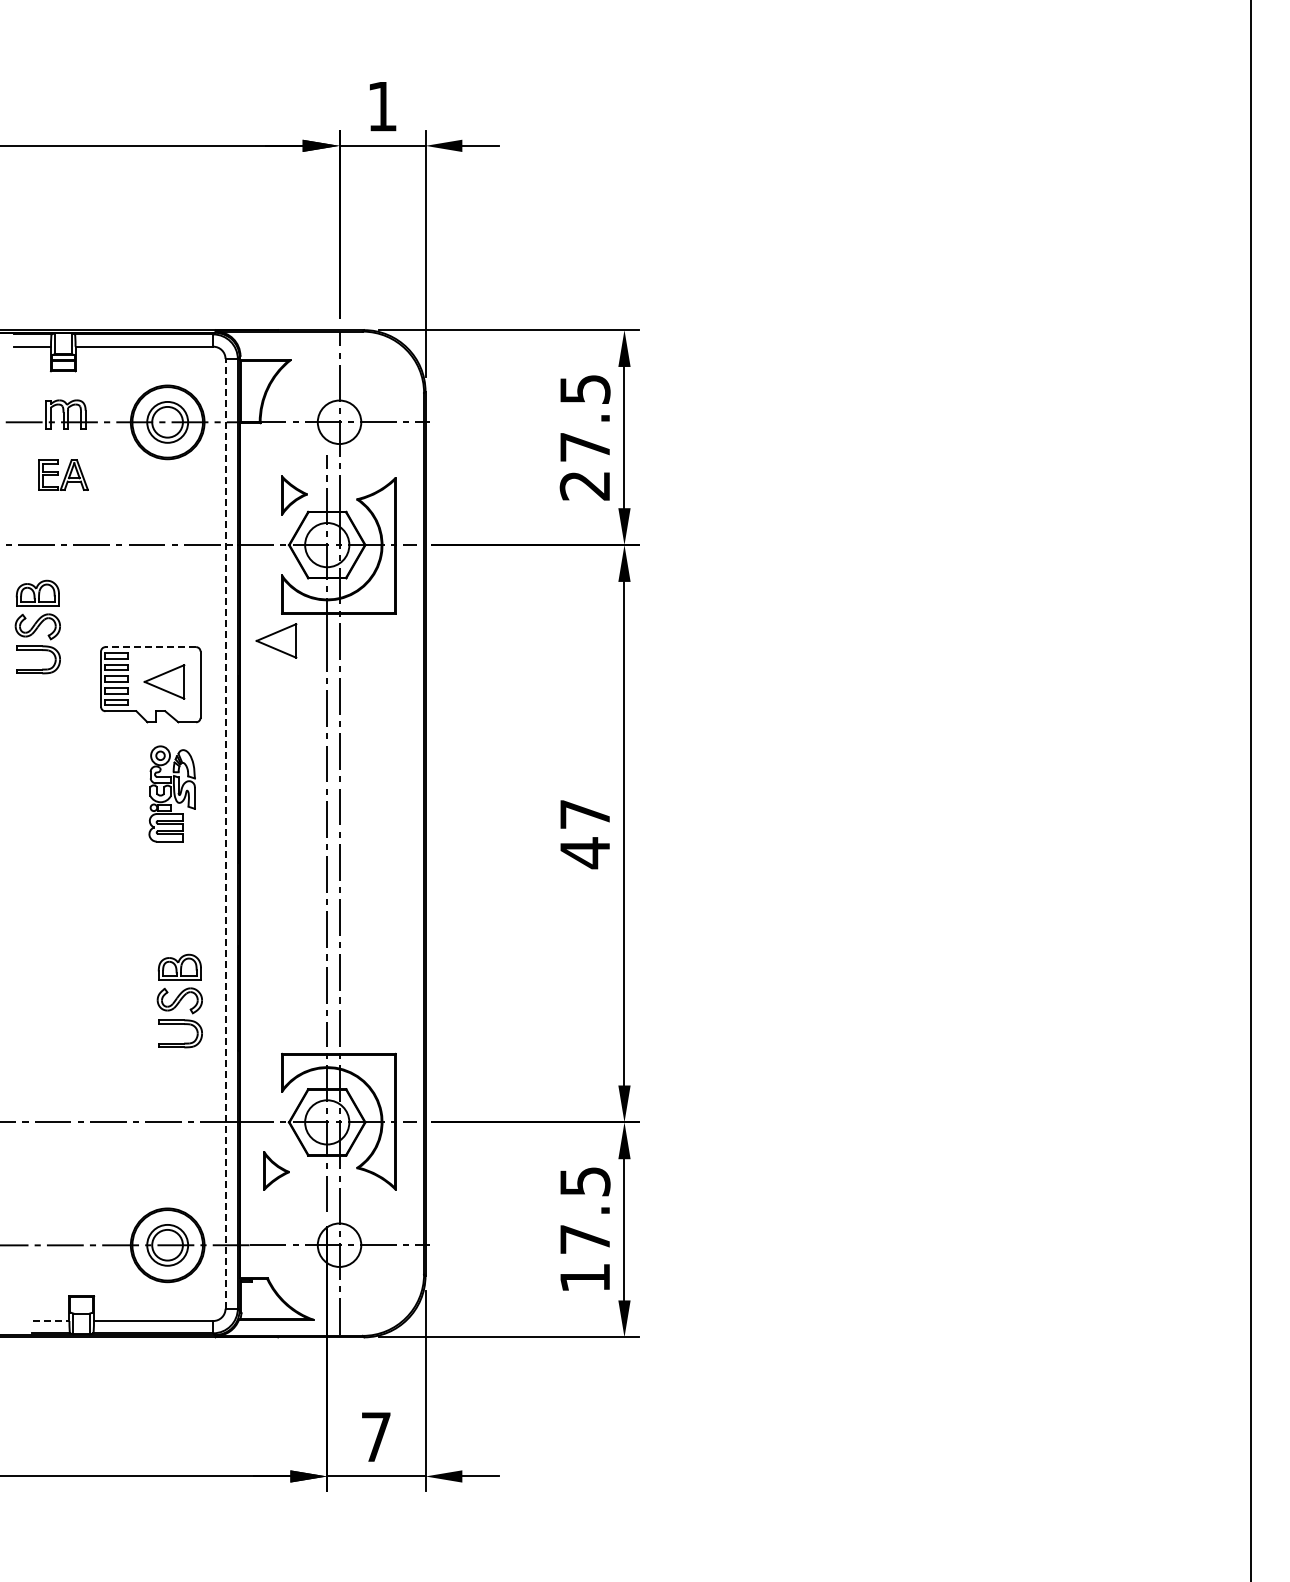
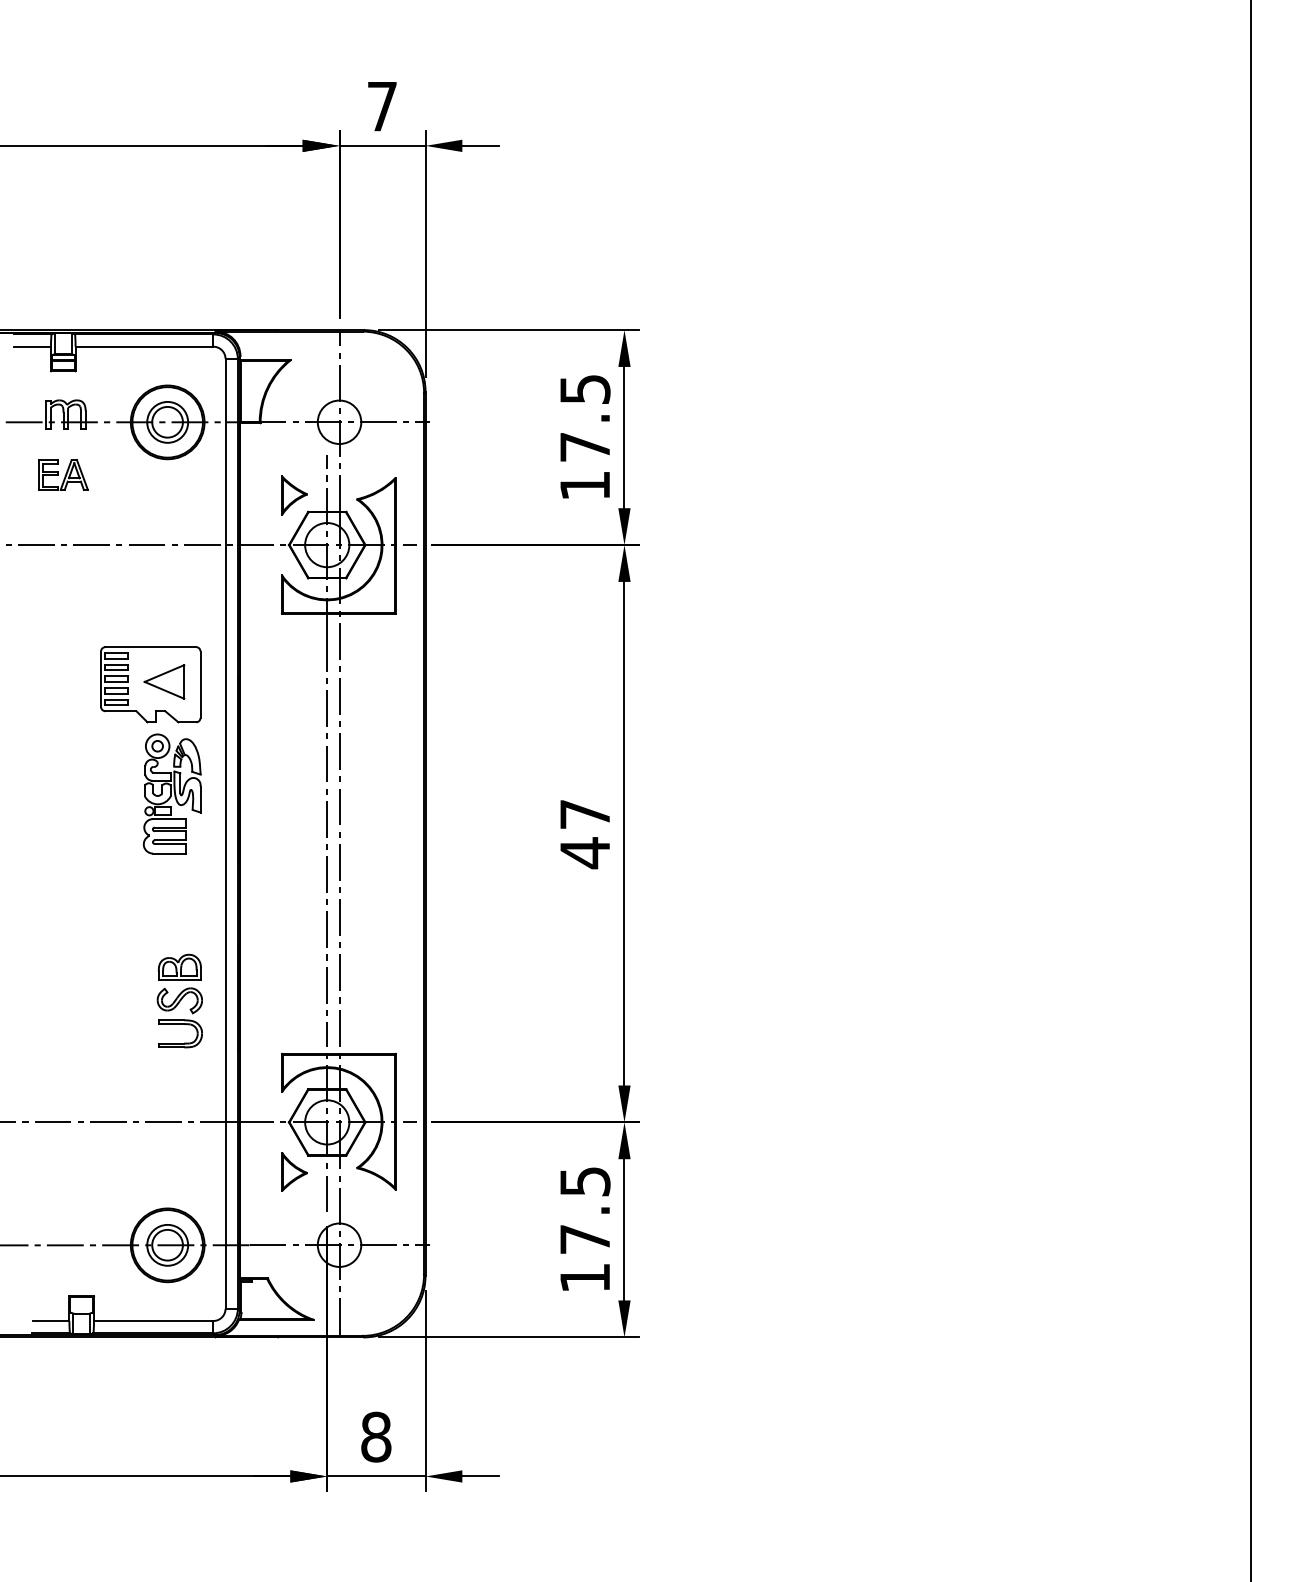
text at (382, 106): 1 -> 7
text at (584, 486): 27.5 -> 17.5
part at (37, 626): present -> none
part at (276, 640): present -> none
line at (150, 647): dashed -> solid
part at (171, 793) size: 48x98 px -> 60x122 px
line at (225, 833): dashed -> solid
part at (276, 1170) position: (276, 1170) -> (294, 1171)
line at (51, 1321): dashed -> solid
text at (376, 1436): 7 -> 8
